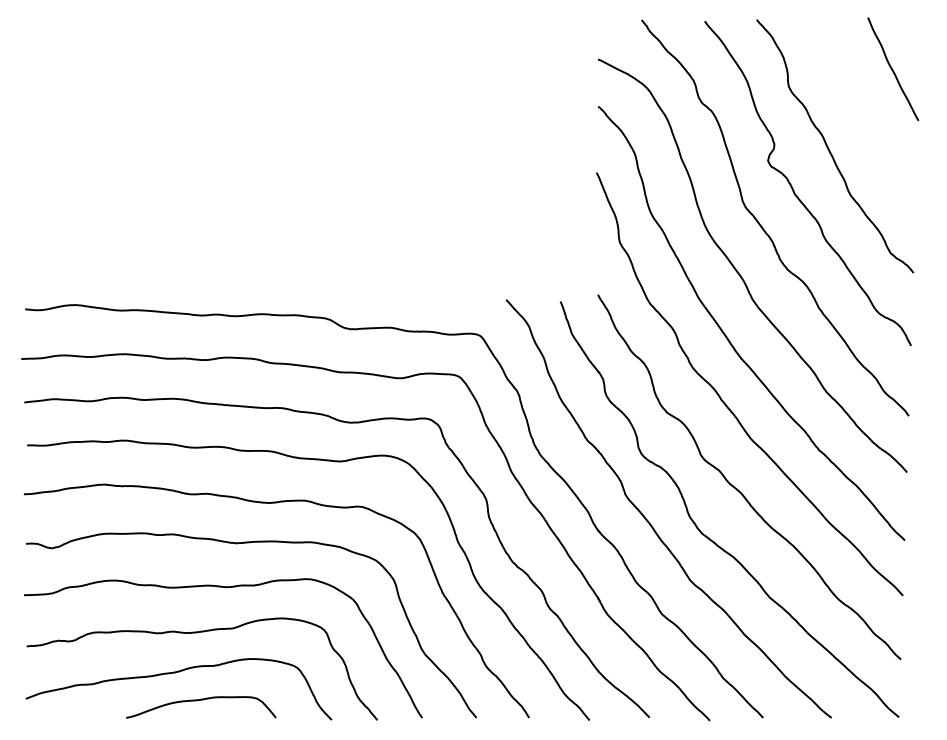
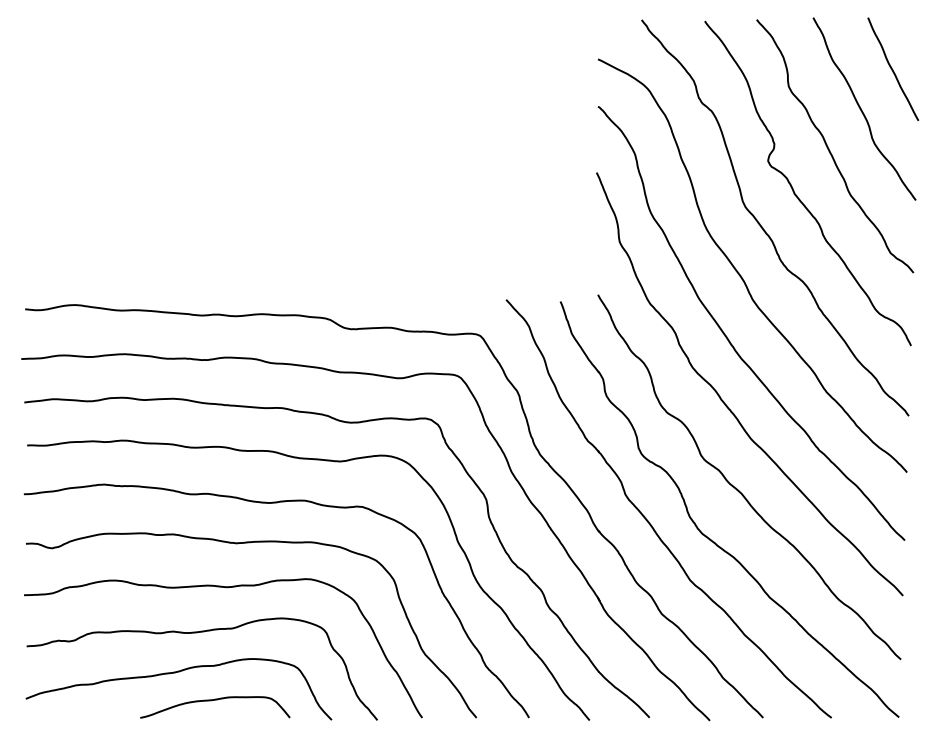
curve at (862, 110): none -> present
curve at (201, 700) position: (201, 700) -> (215, 700)
